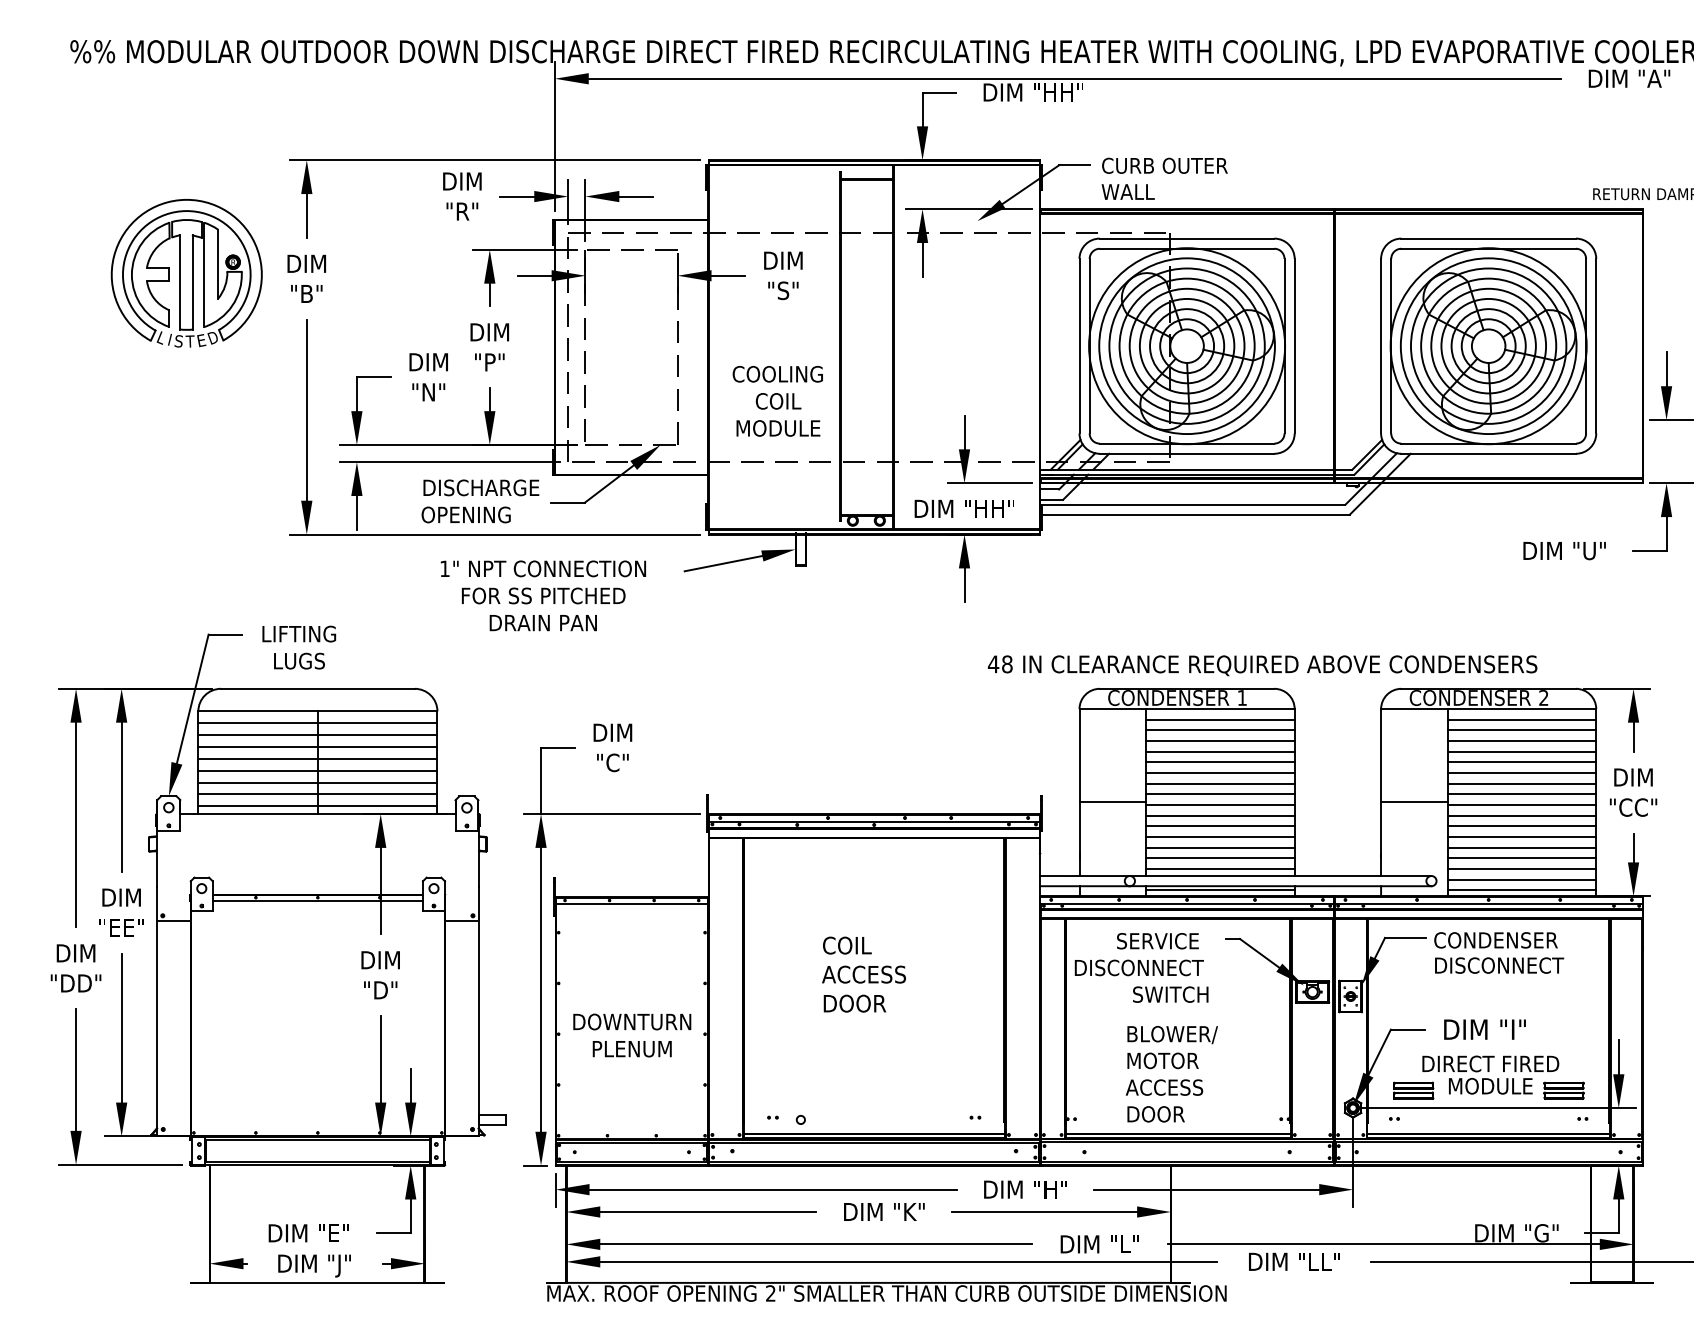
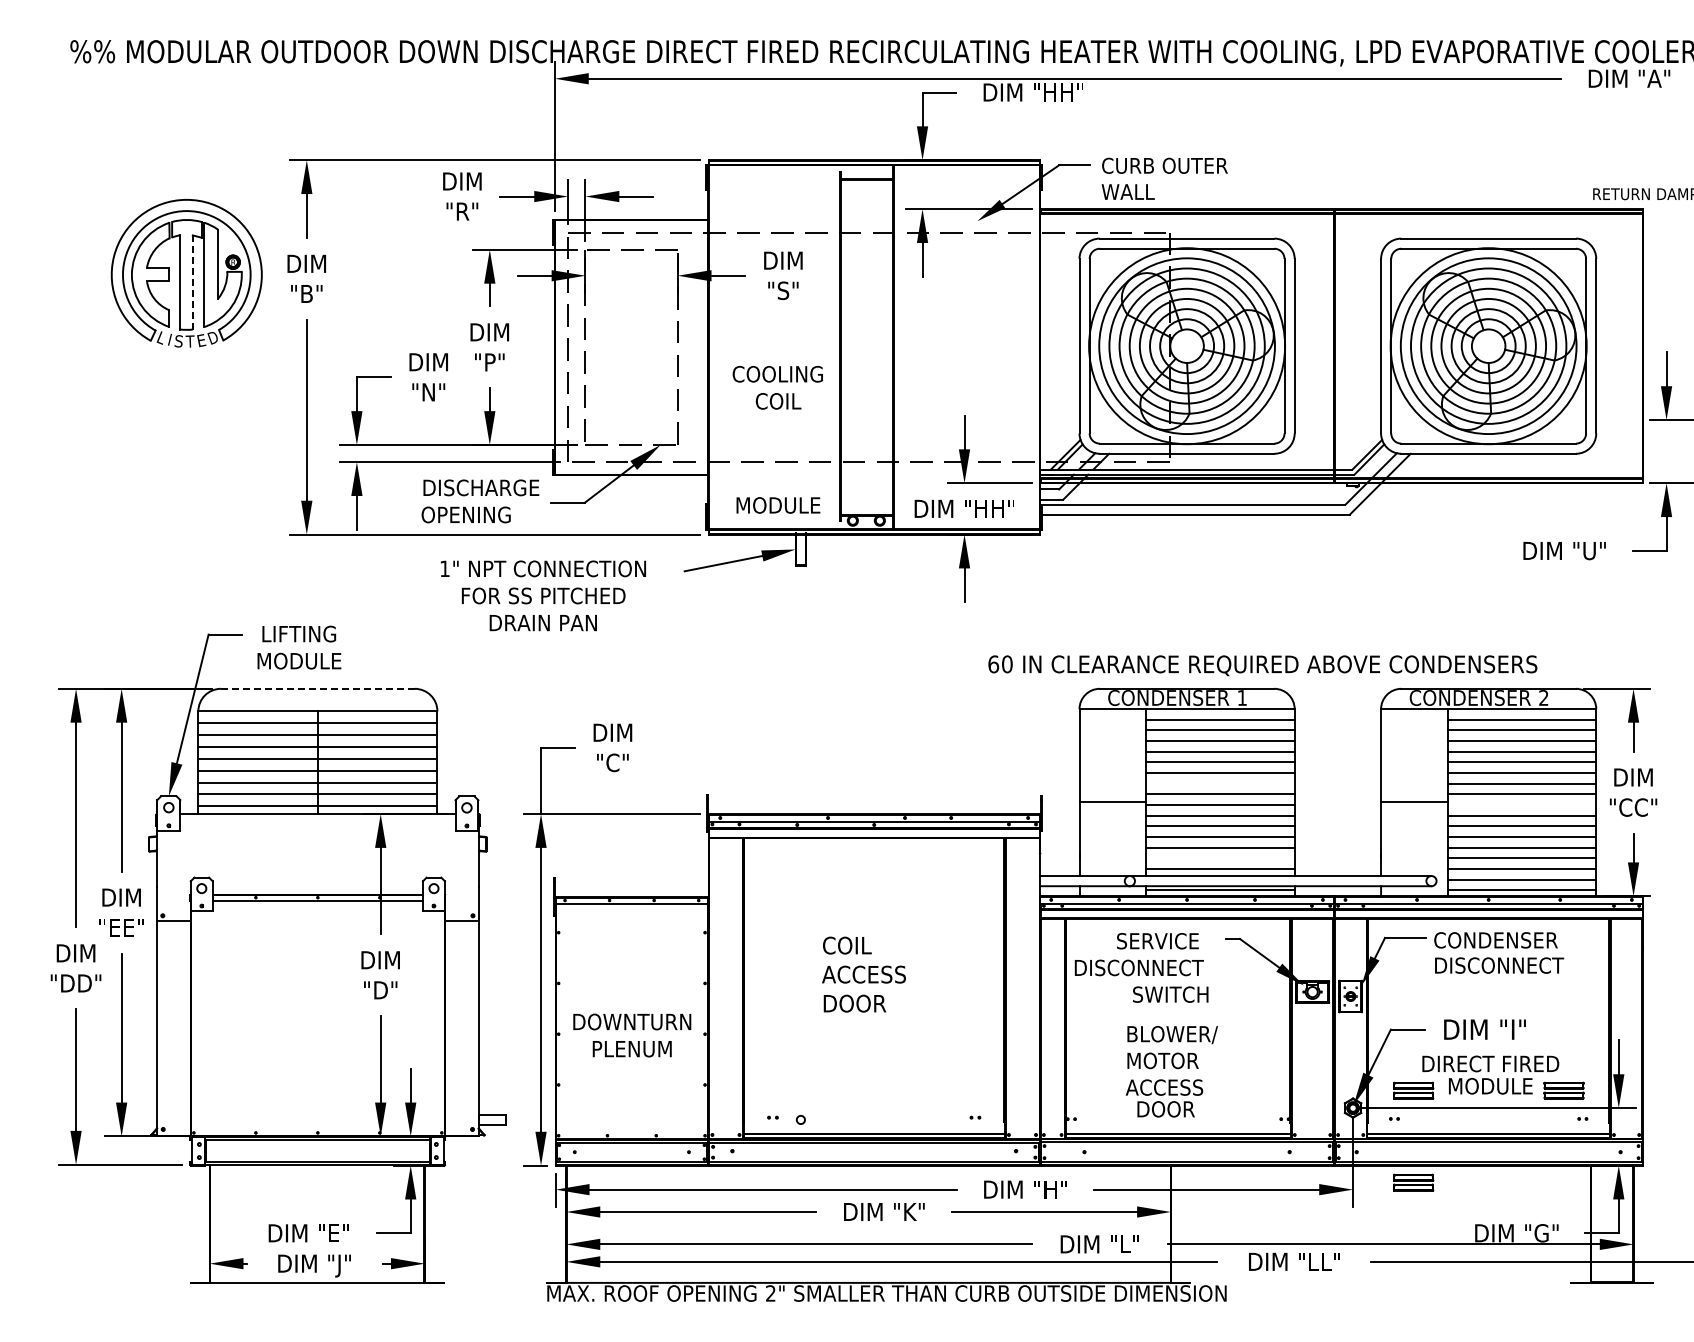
line at (192, 283): solid -> dashed
text at (778, 428) position: (778, 428) -> (778, 505)
text at (299, 660): LUGS -> MODULE
text at (1000, 664): 48 -> 60
line at (317, 688): solid -> dashed
line at (1220, 783): present -> none
line at (1521, 805): present -> none
line at (1220, 858): present -> none
text at (1155, 1114) position: (1155, 1114) -> (1165, 1109)
part at (1413, 1182): none -> present
